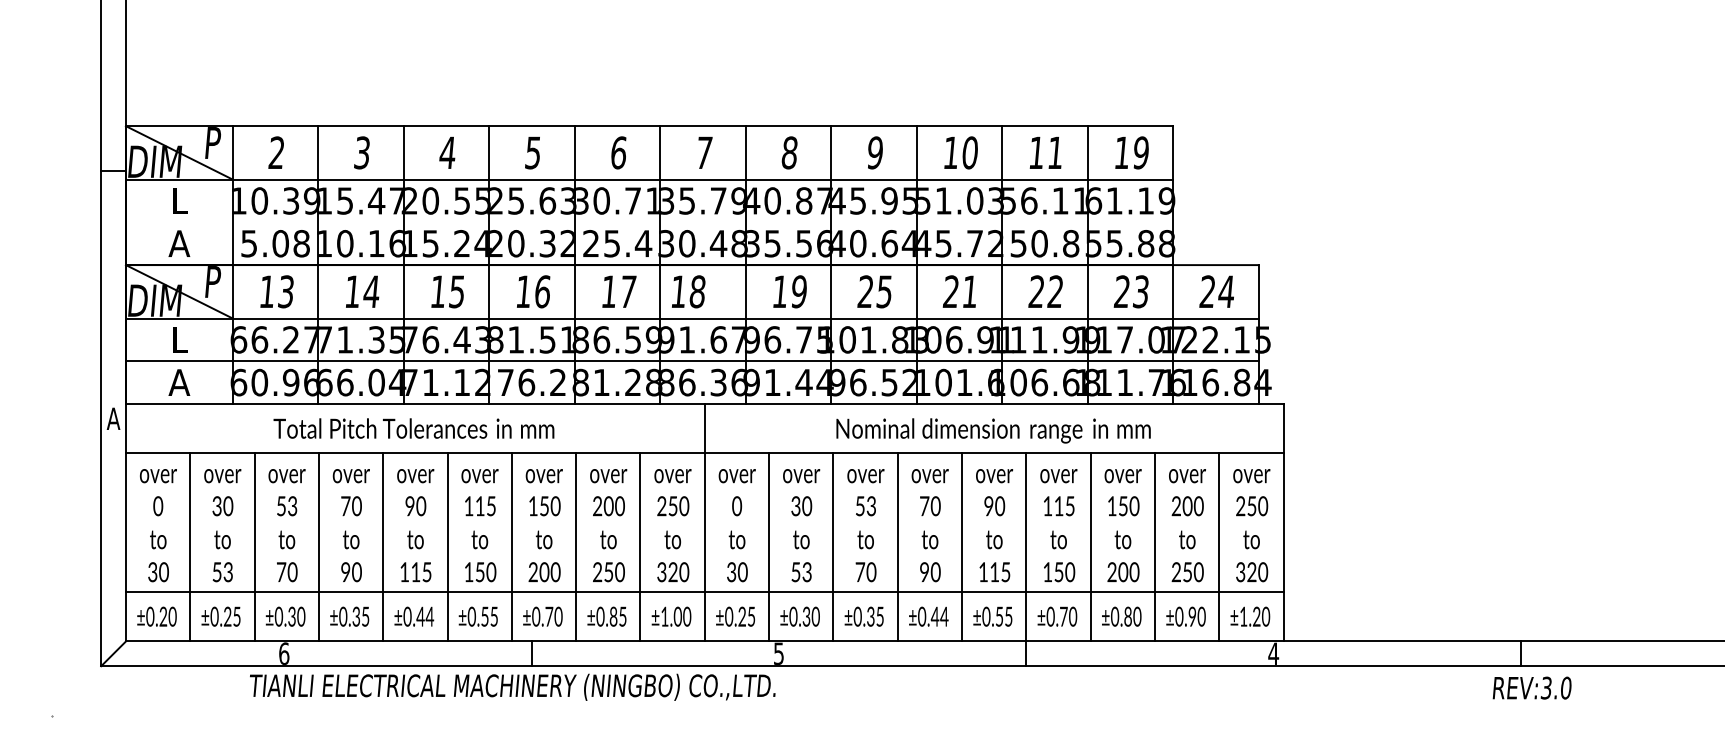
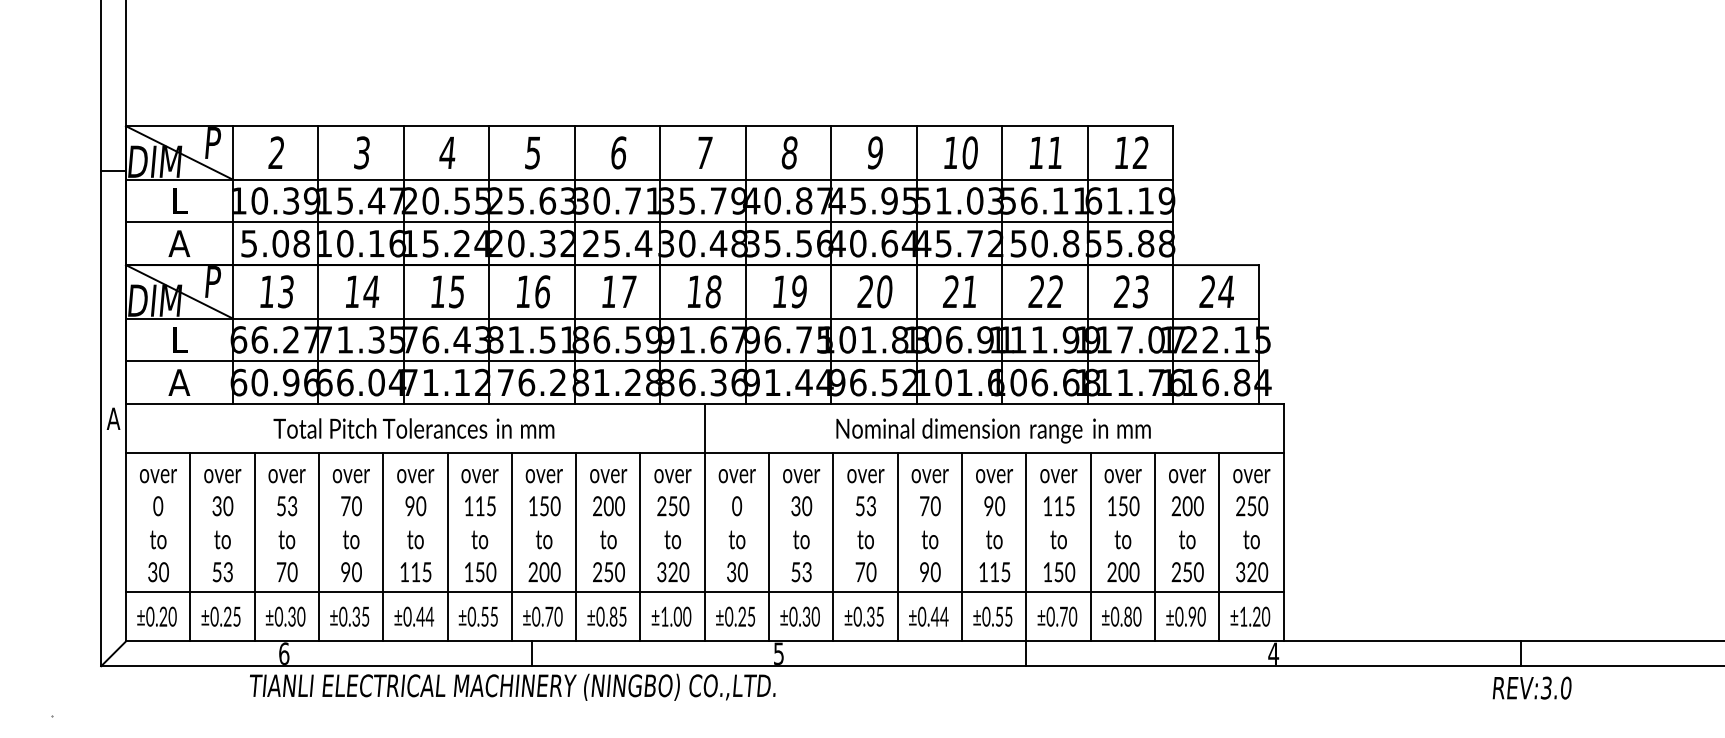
text at (1140, 152): 19 -> 12
line at (649, 222): none -> present
text at (688, 291) position: (688, 291) -> (704, 291)
text at (884, 291): 25 -> 20
